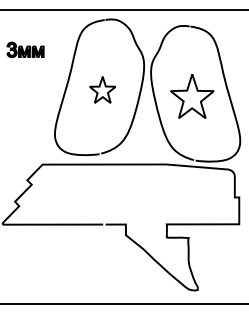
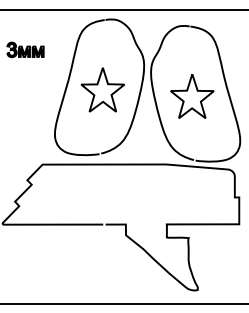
part at (102, 89) size: 28x28 px -> 45x46 px
